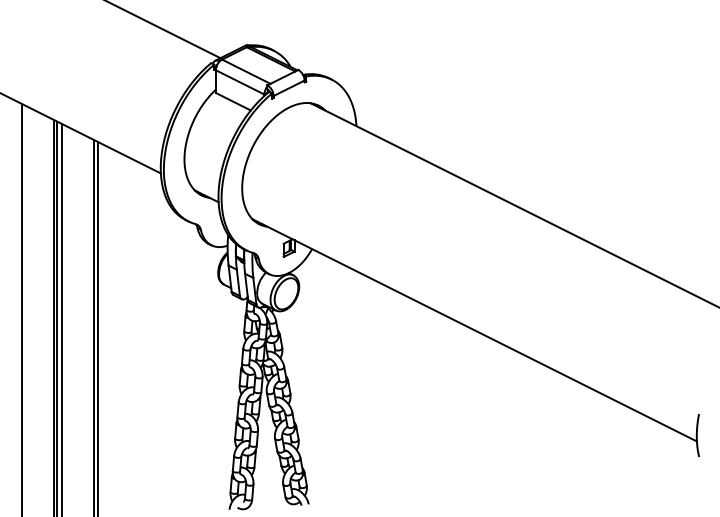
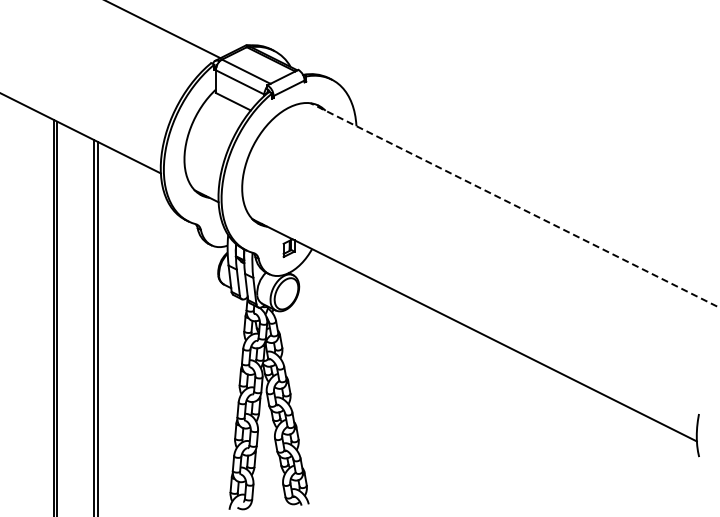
line at (515, 205): solid -> dashed
line at (21, 308): present -> none
line at (61, 318): present -> none
